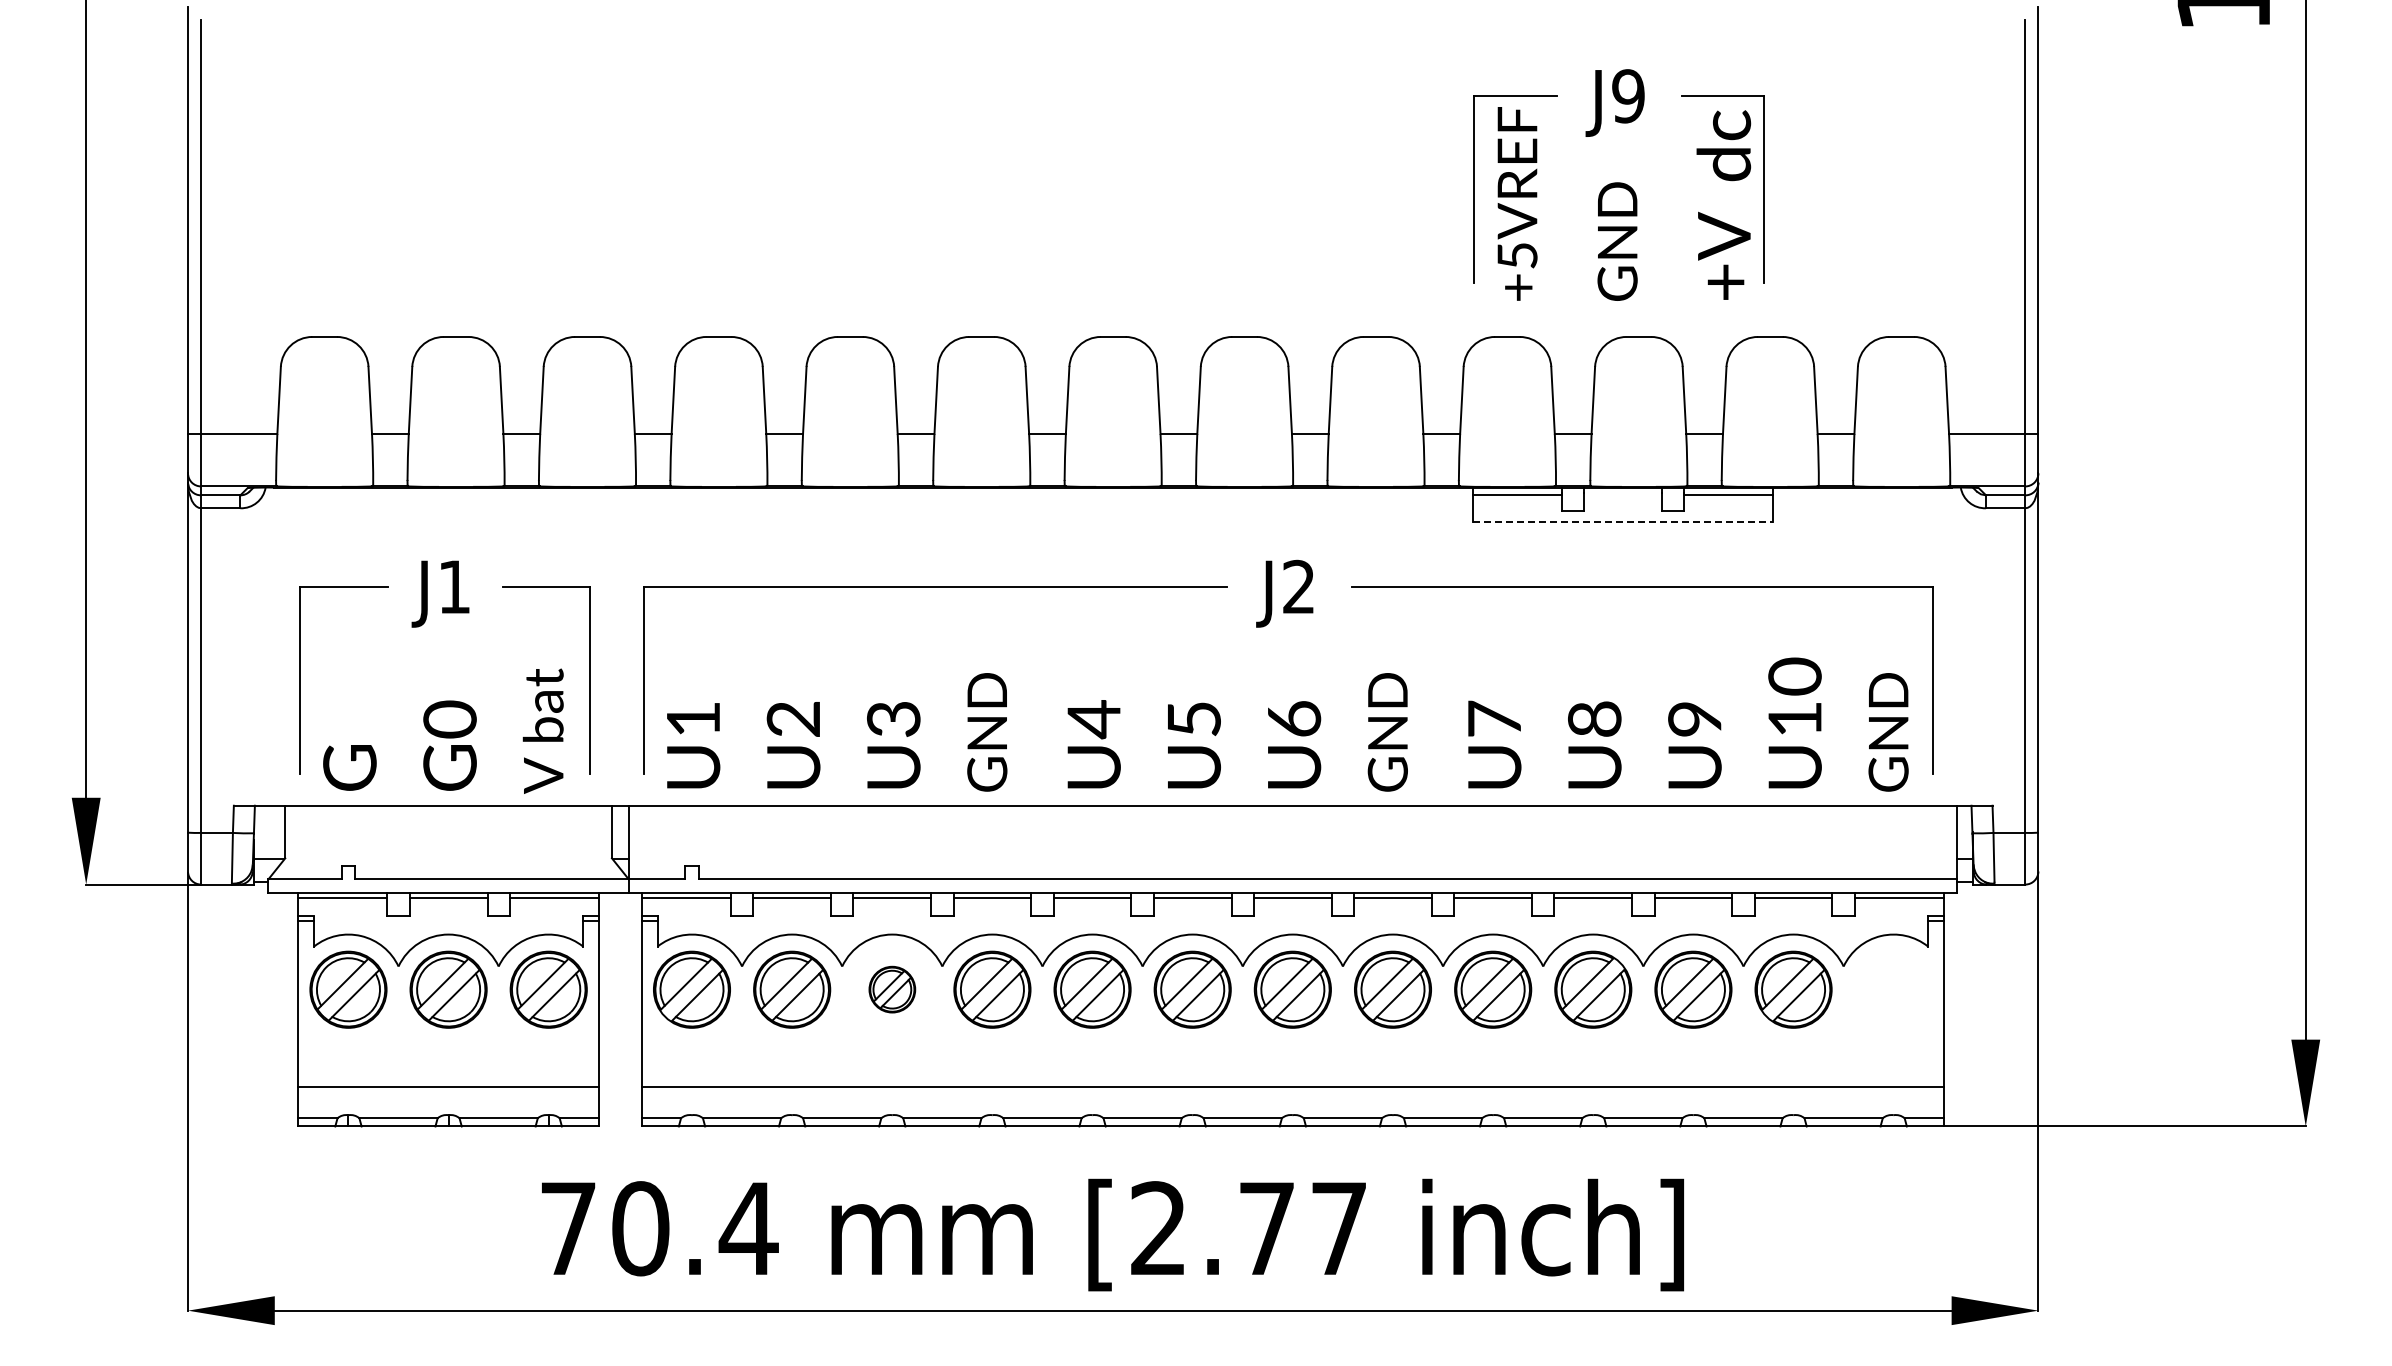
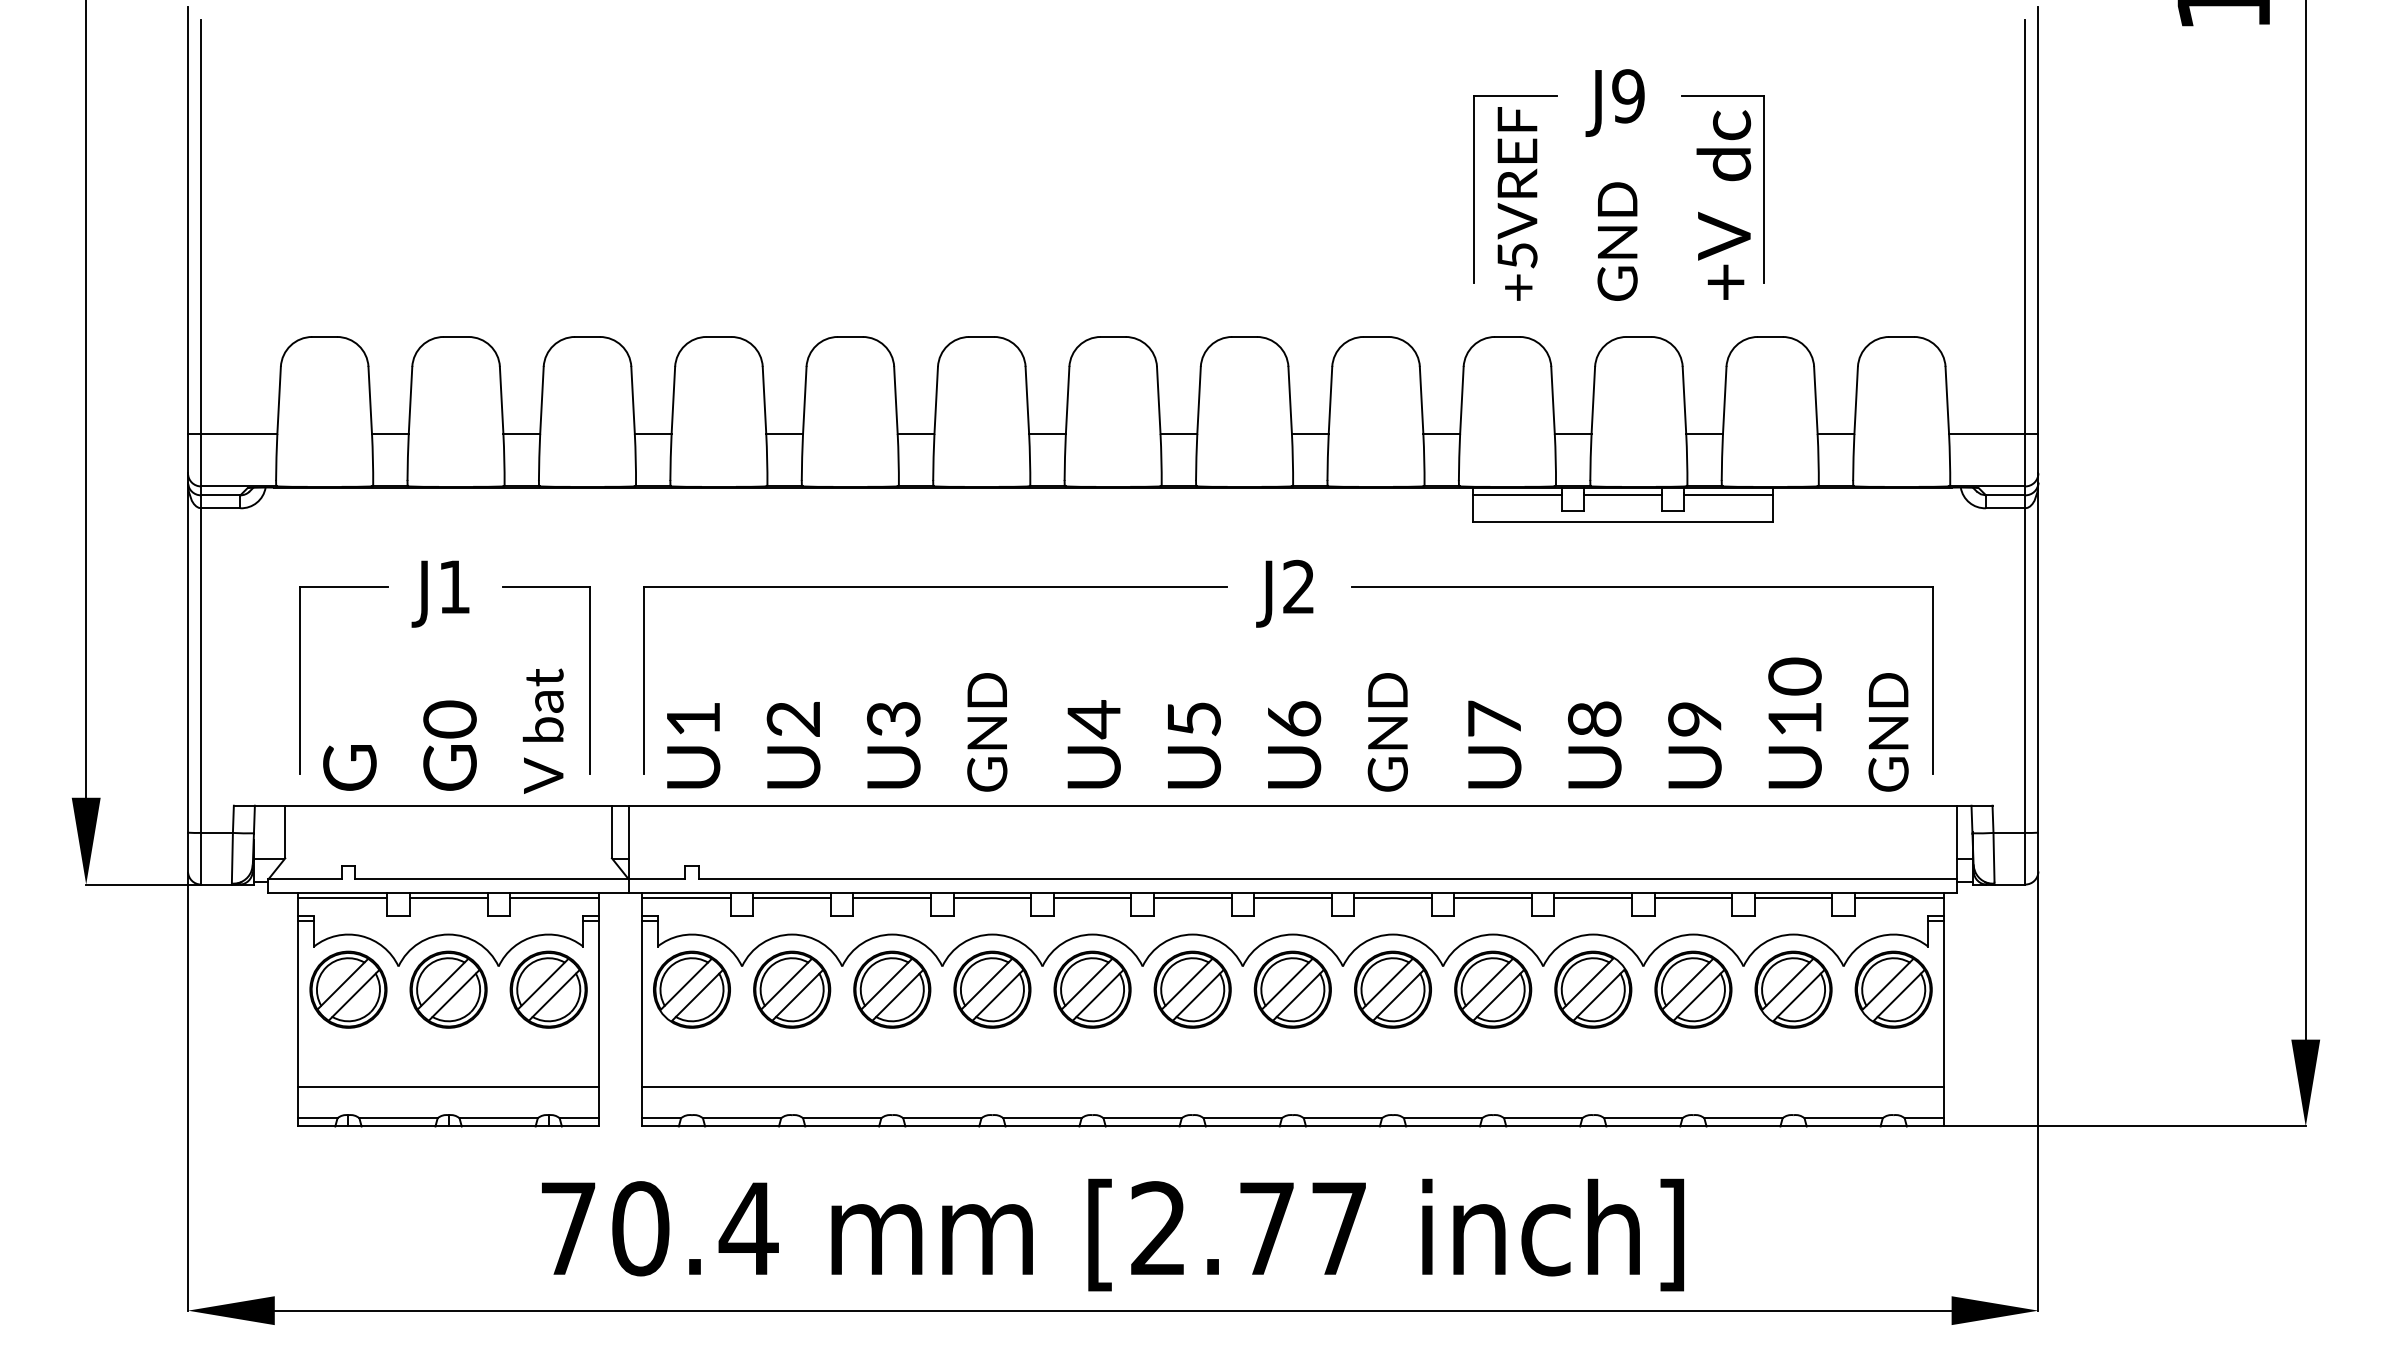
line at (1622, 495): none -> present
line at (1623, 522): dashed -> solid
part at (892, 989) size: 49x49 px -> 79x79 px
part at (1893, 989): none -> present
